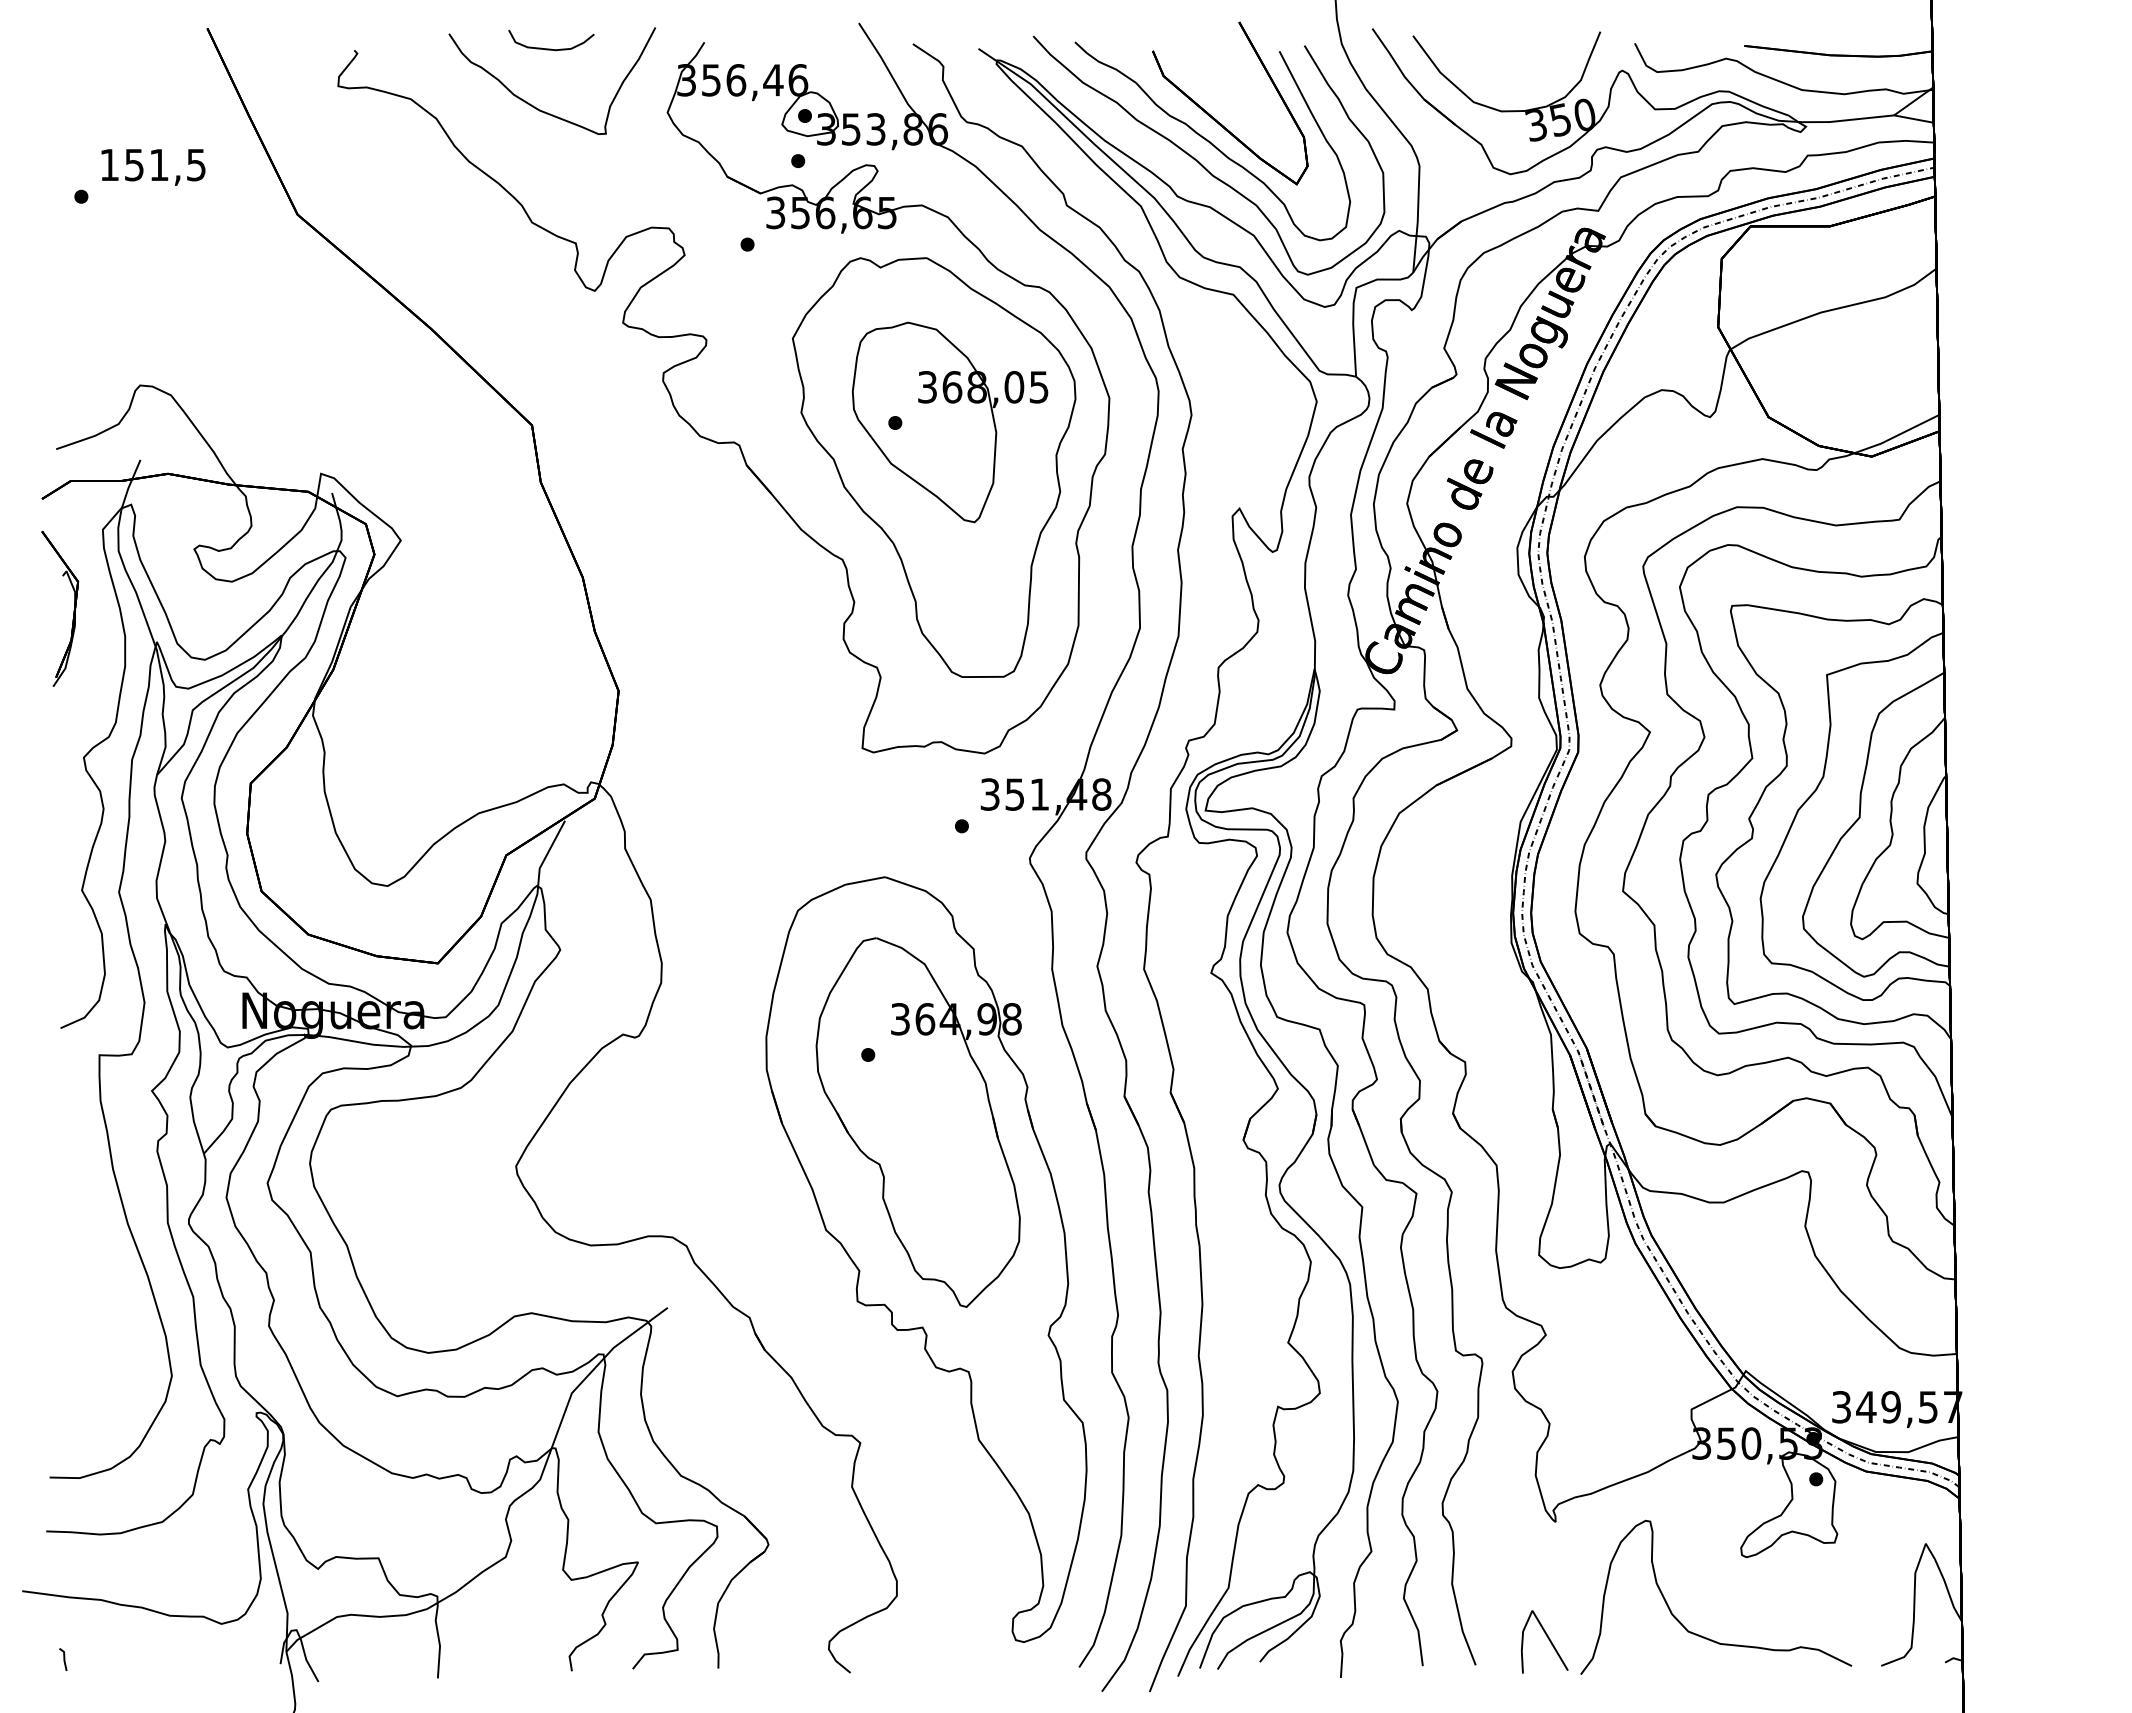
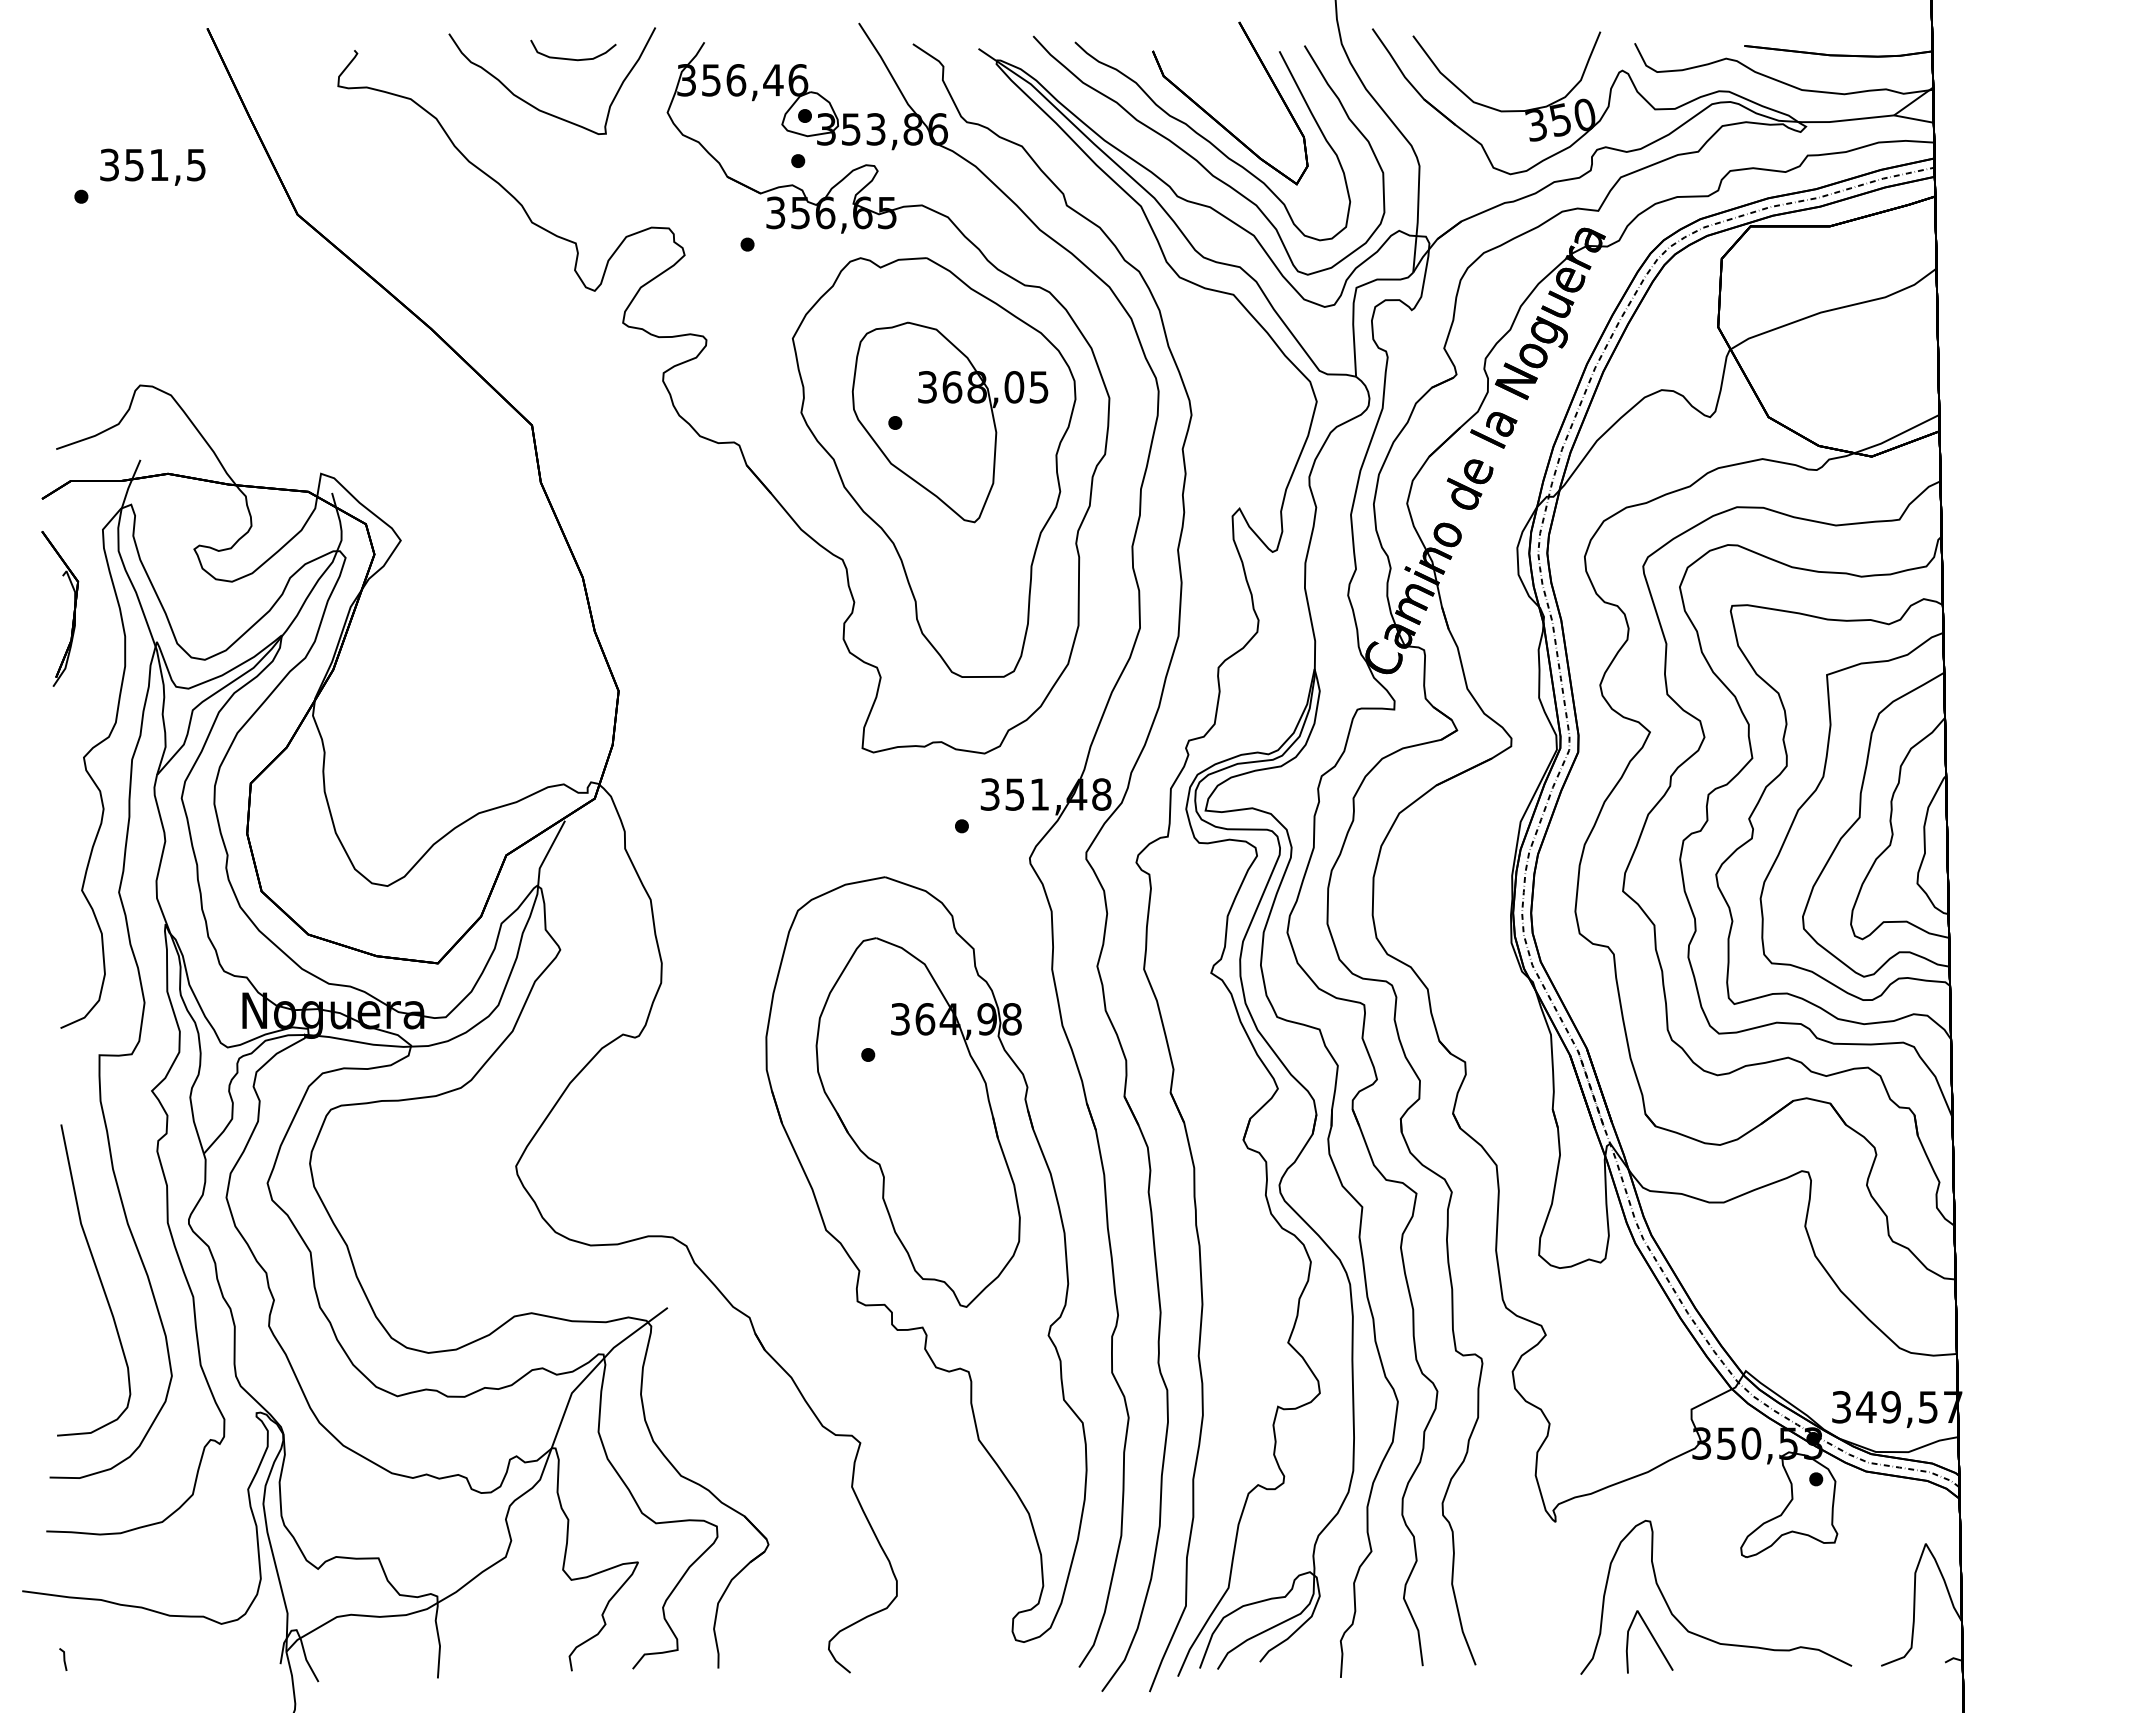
curve at (551, 48) position: (551, 48) -> (573, 58)
text at (109, 164): 151,5 -> 351,5
curve at (98, 1277): none -> present
line at (1547, 1638) position: (1547, 1638) -> (1652, 1638)
